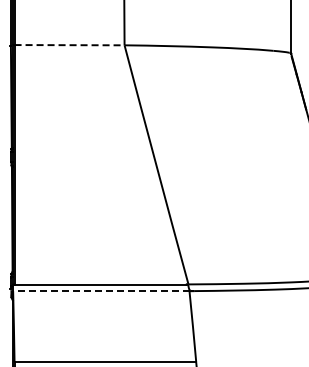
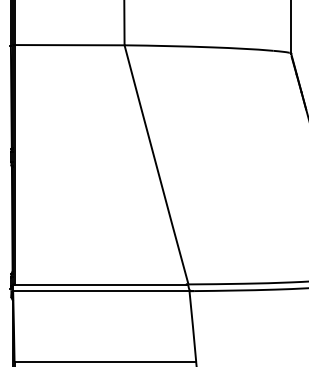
line at (70, 45): dashed -> solid
line at (100, 291): dashed -> solid
